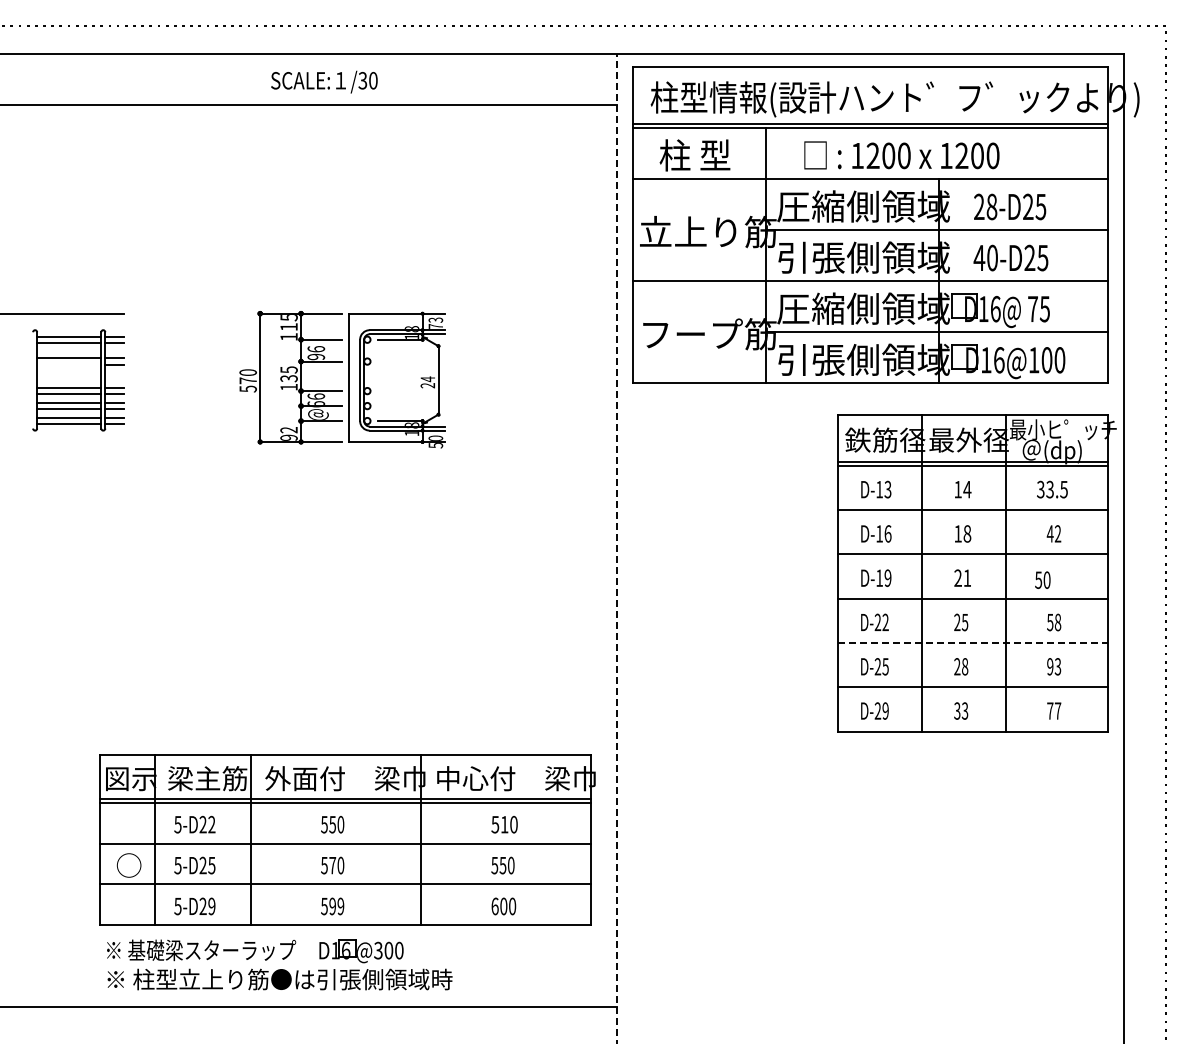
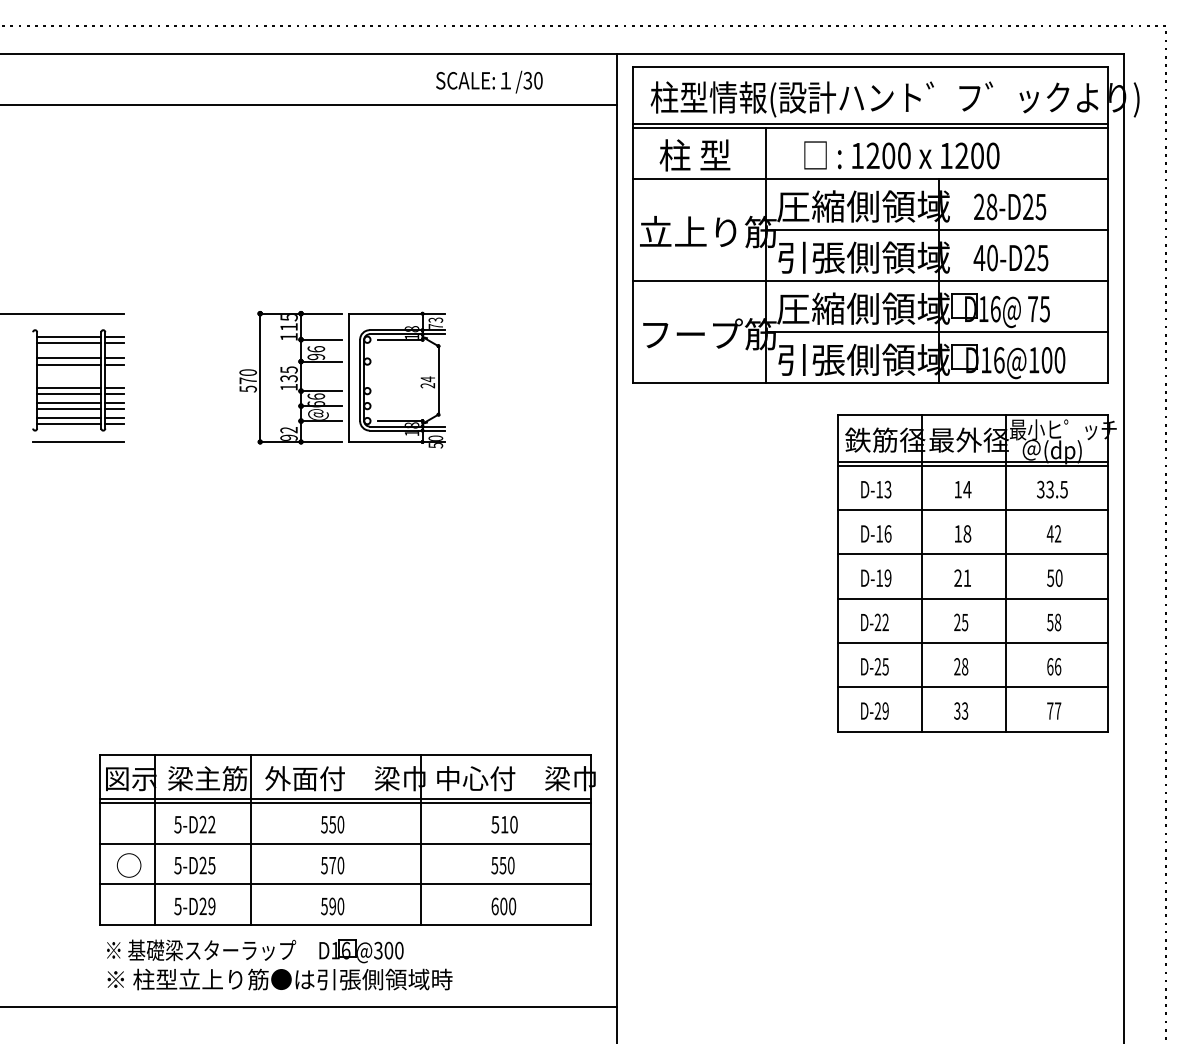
text at (324, 81) position: (324, 81) -> (489, 81)
line at (69, 364): none -> present
line at (78, 441): none -> present
line at (617, 548): dashed -> solid
text at (1042, 579) position: (1042, 579) -> (1054, 577)
line at (973, 643): dashed -> solid
text at (1054, 666): 93 -> 66
text at (340, 906): 599 -> 590
